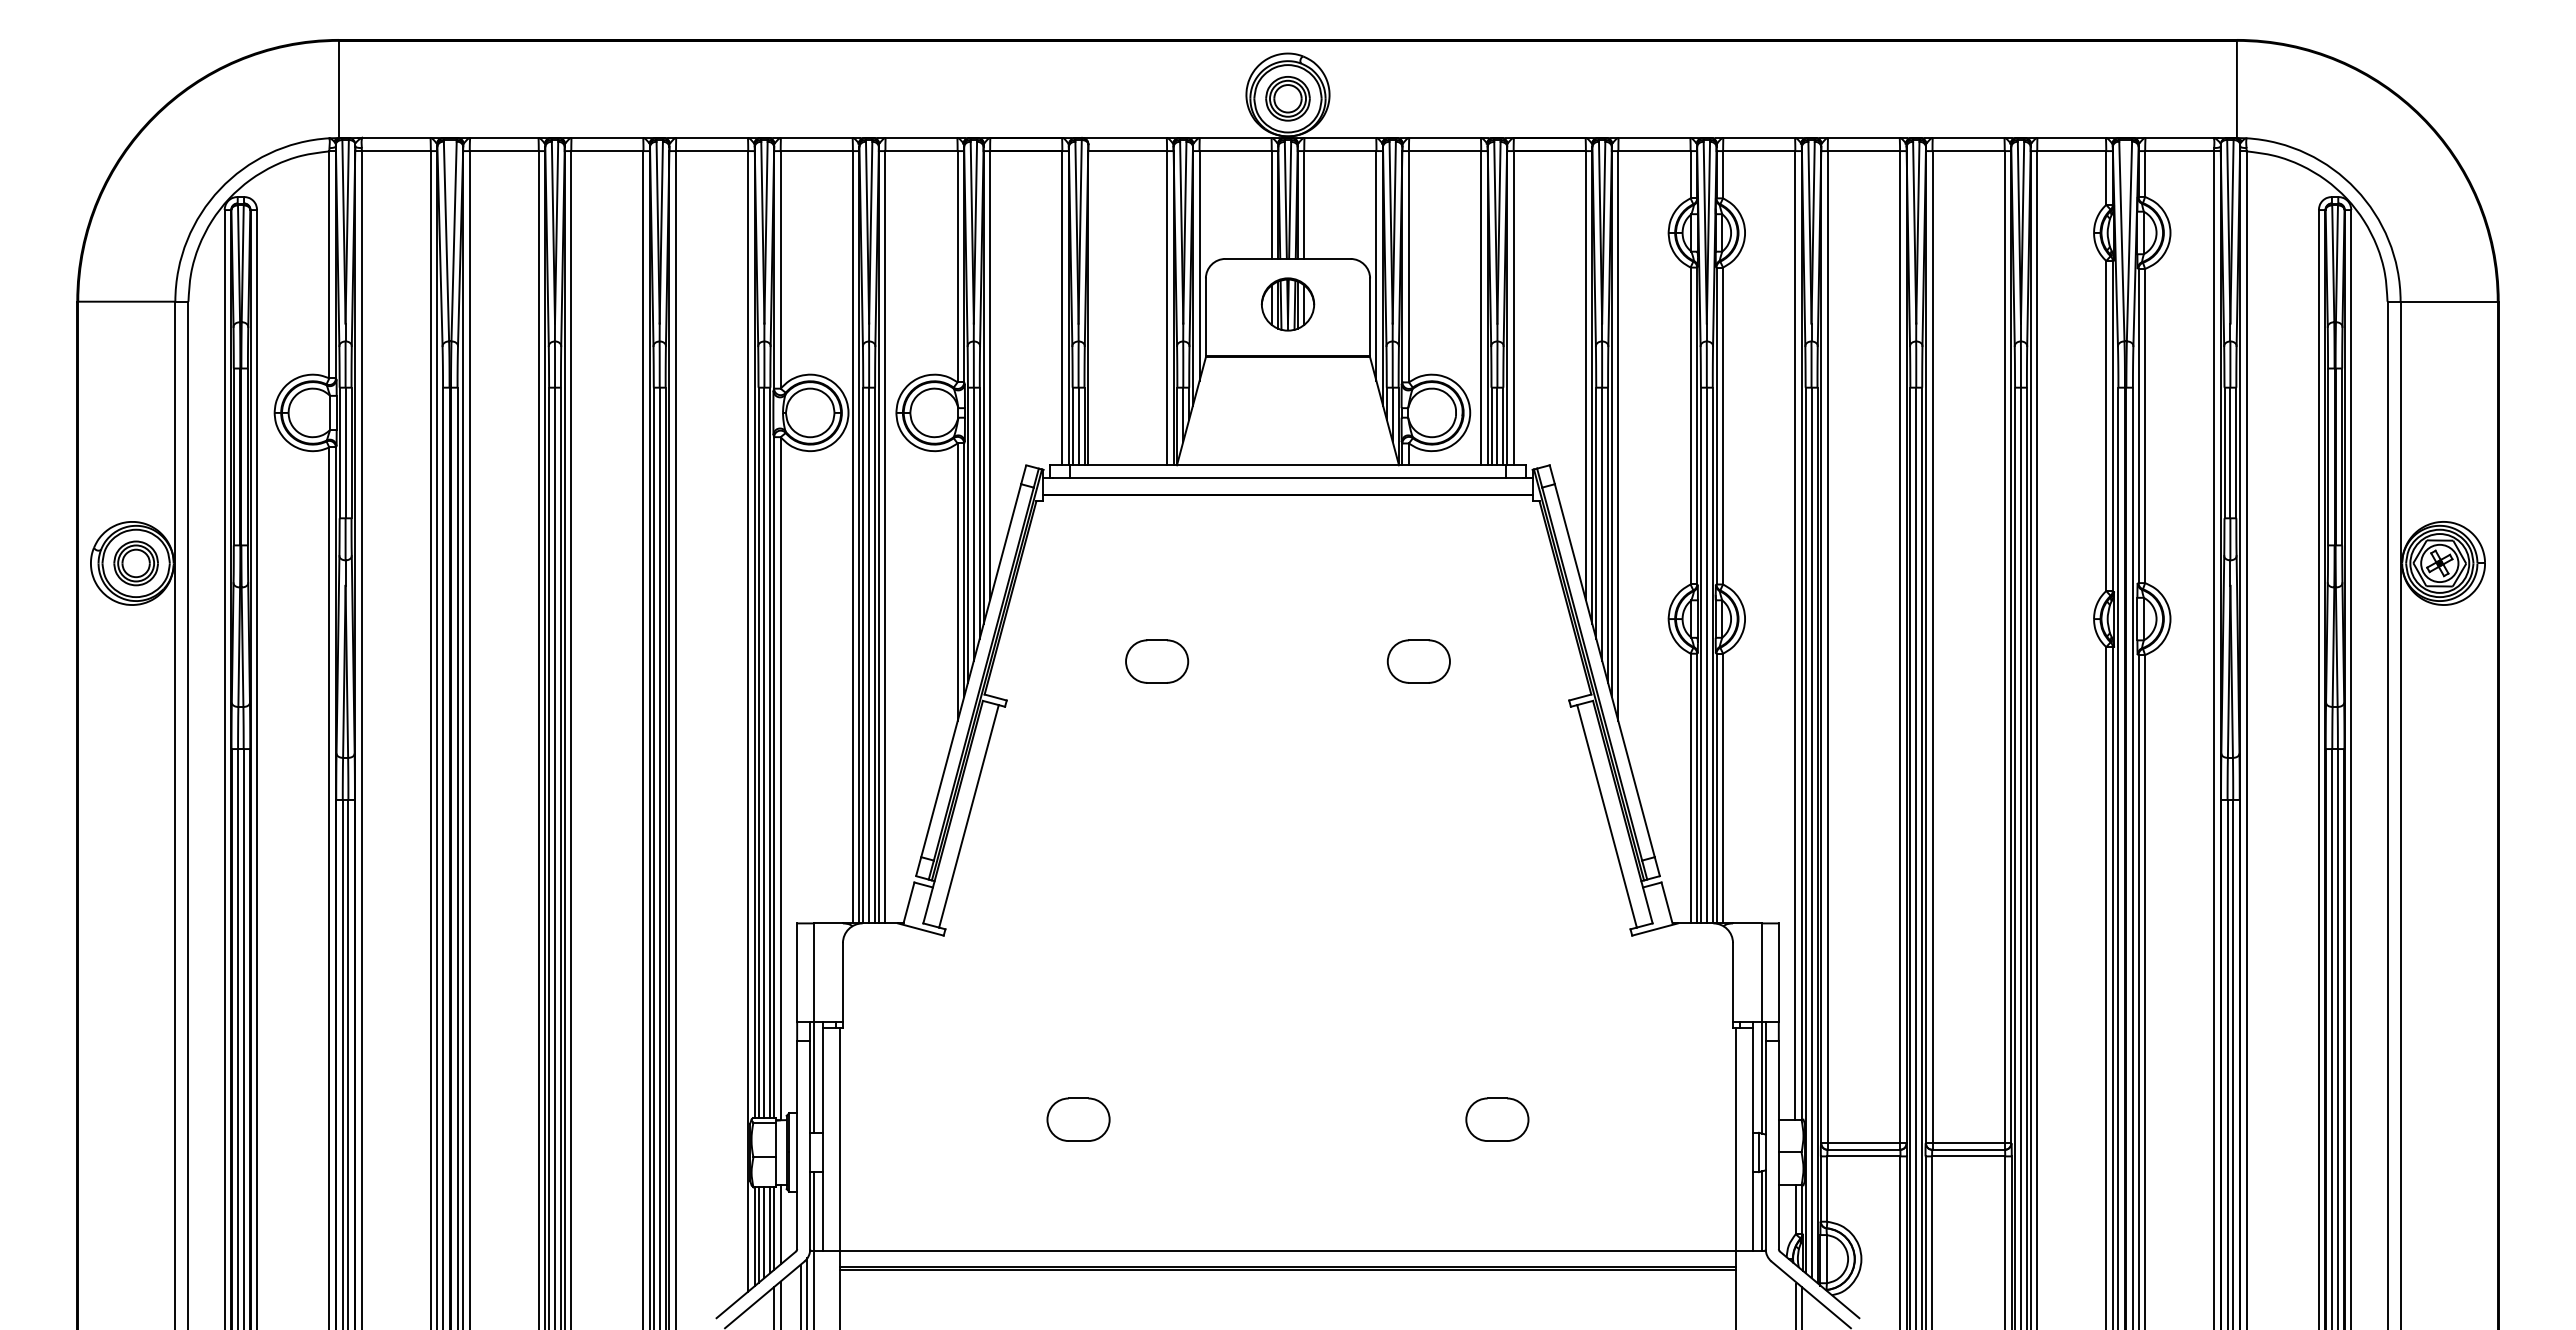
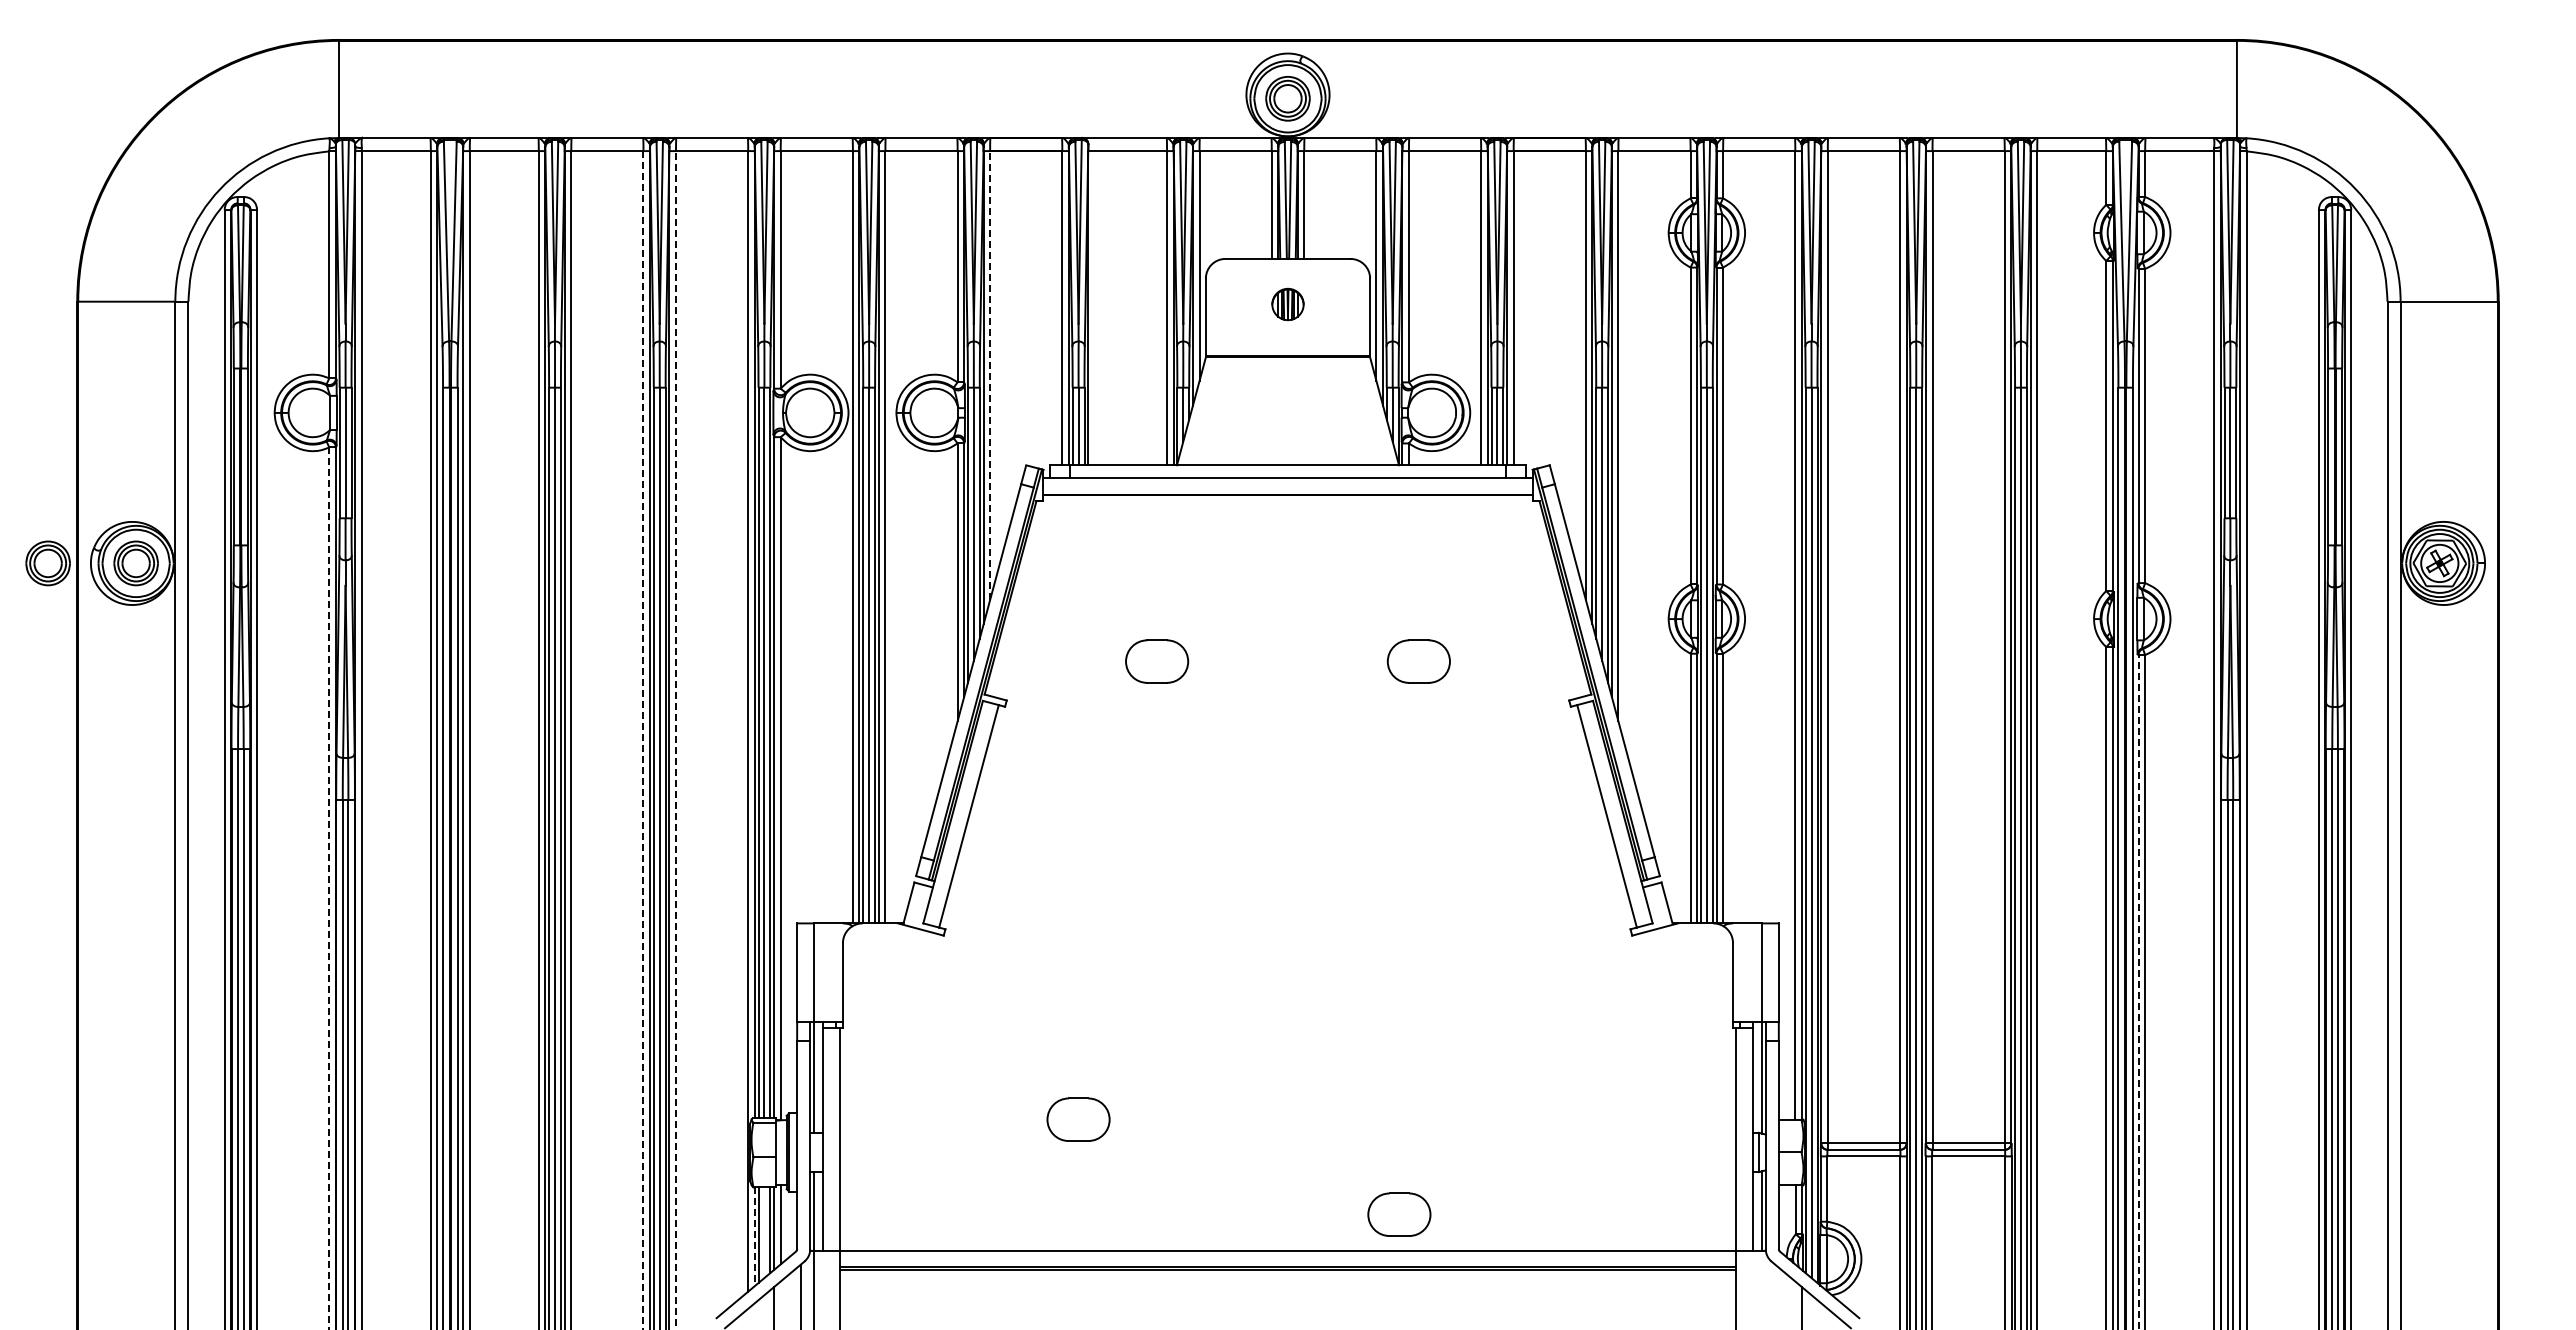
part at (1287, 304) size: 56x55 px -> 34x35 px
line at (990, 375): solid -> dashed
part at (47, 563): none -> present
line at (675, 740): solid -> dashed
line at (643, 741): solid -> dashed
line at (329, 888): solid -> dashed
line at (2138, 991): solid -> dashed
part at (1497, 1119) position: (1497, 1119) -> (1399, 1214)
line at (764, 1232): present -> none
line at (754, 1237): solid -> dashed
line at (807, 1292): present -> none
line at (780, 1303): present -> none
line at (1795, 1305): present -> none
